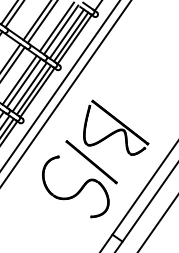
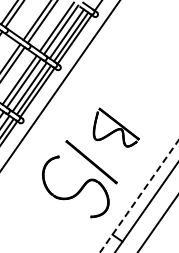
line at (65, 93): present -> none
part at (116, 127) size: 67x57 px -> 48x41 px
line at (139, 196): solid -> dashed
